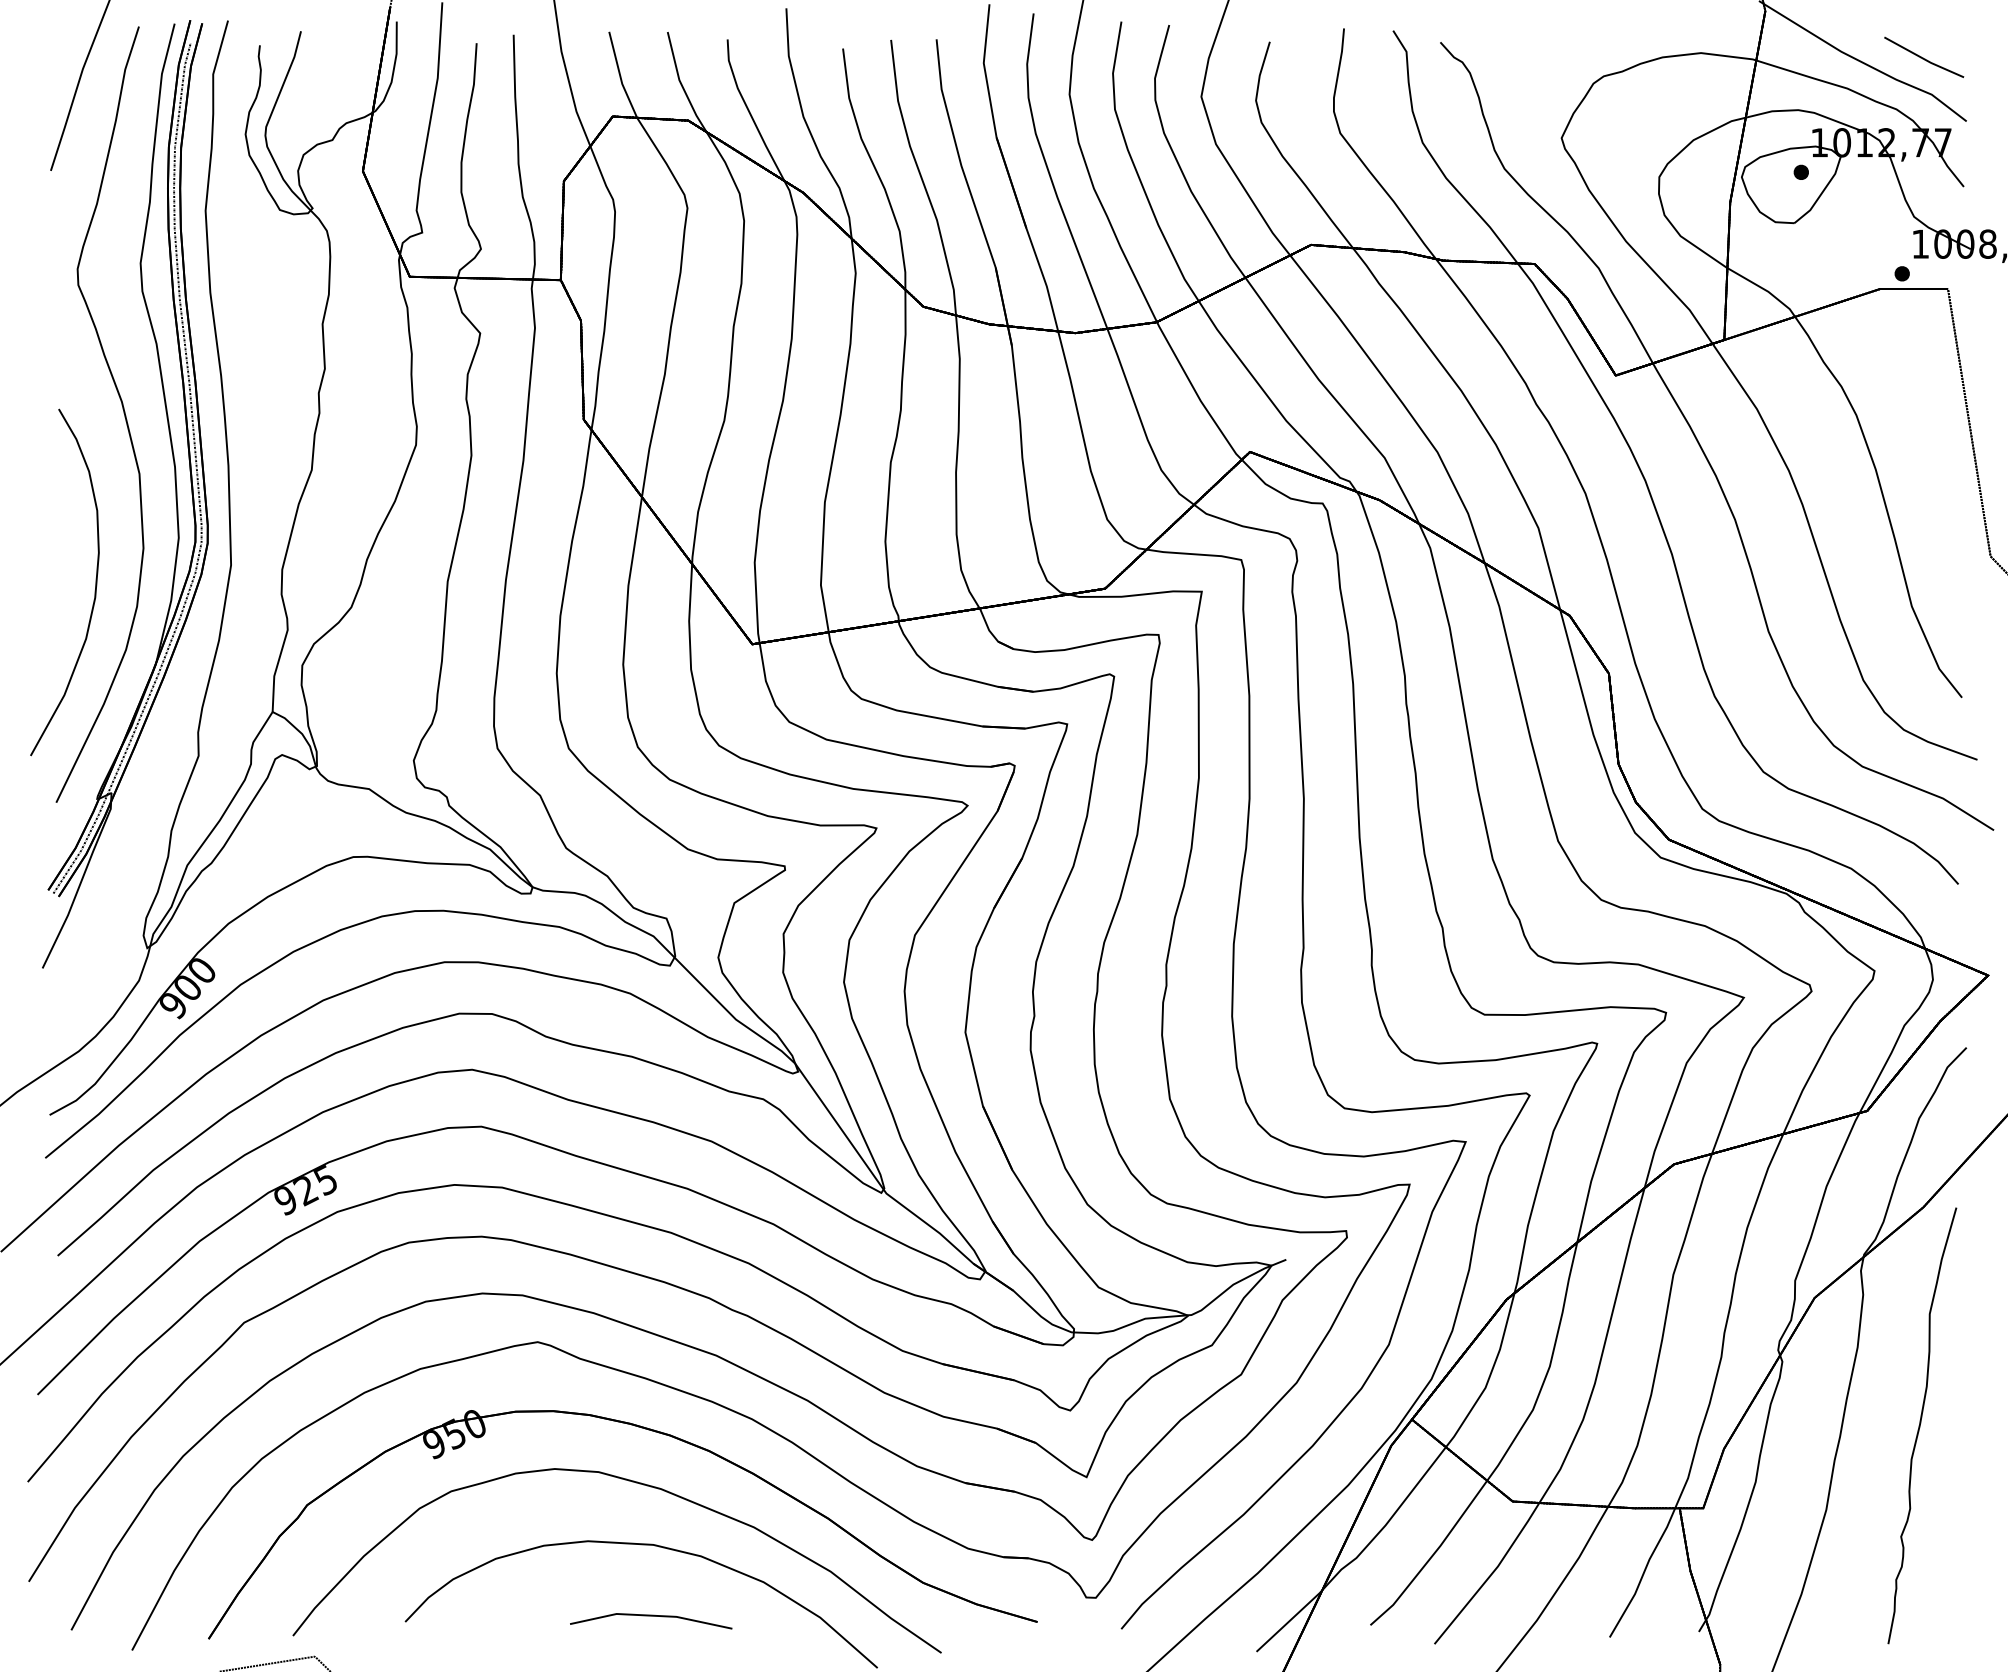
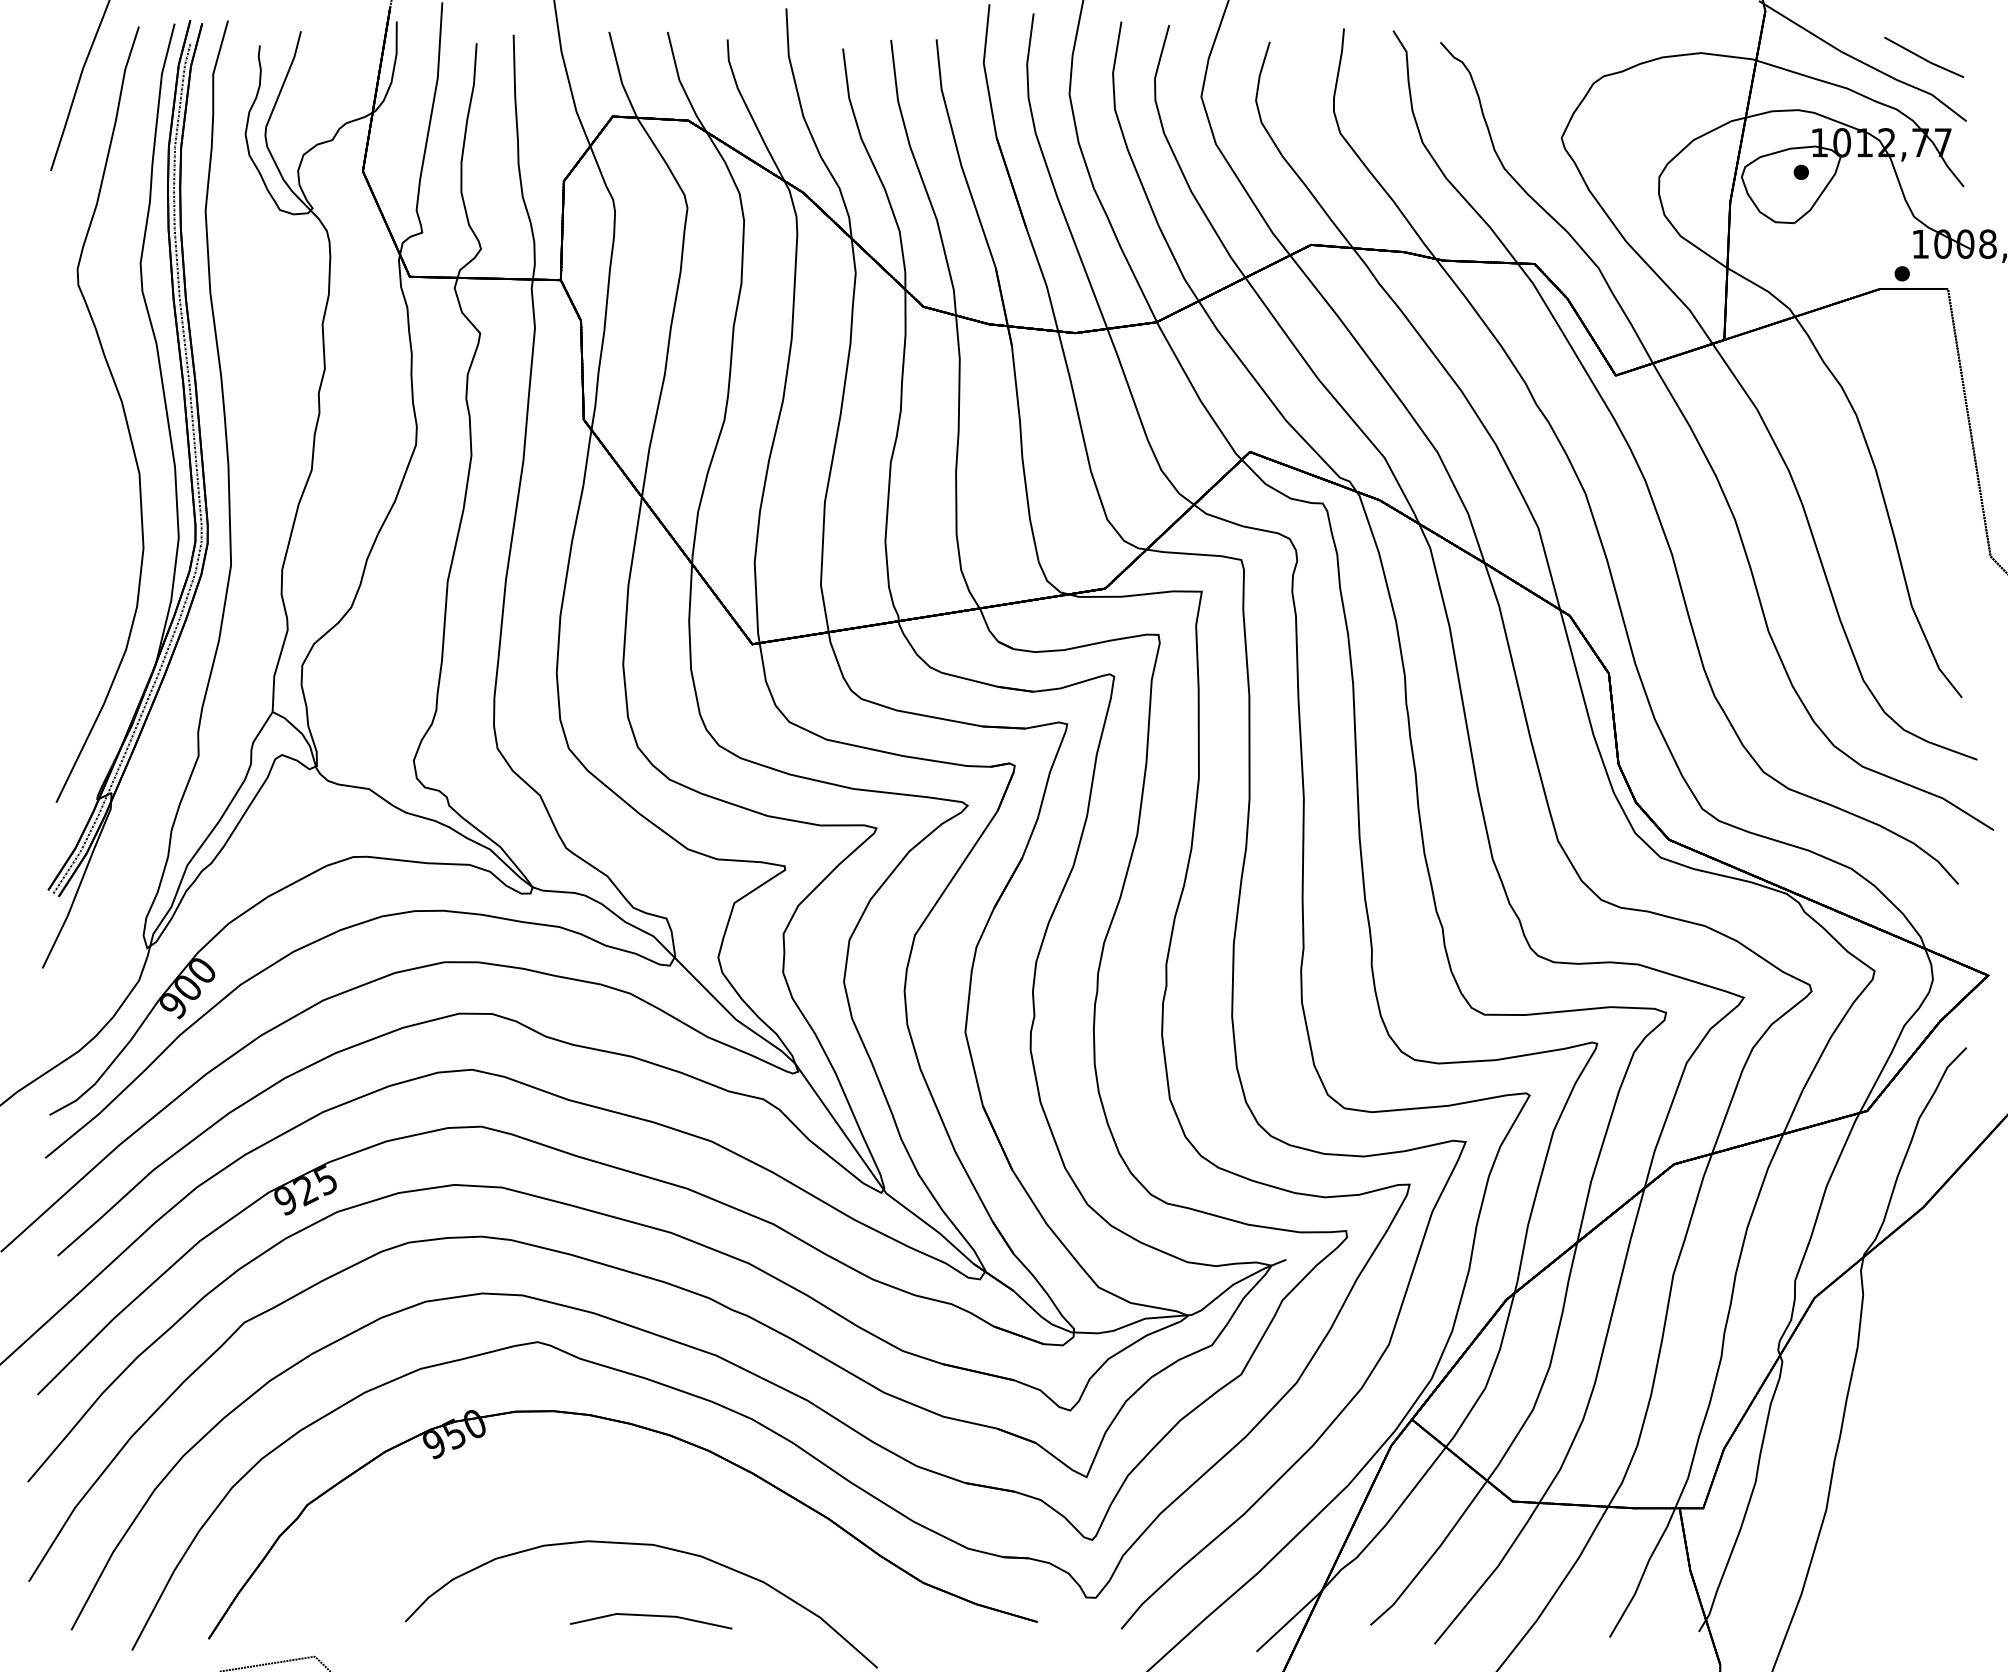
curve at (95, 582): present -> none
curve at (1920, 1425): present -> none
curve at (639, 1484): present -> none
